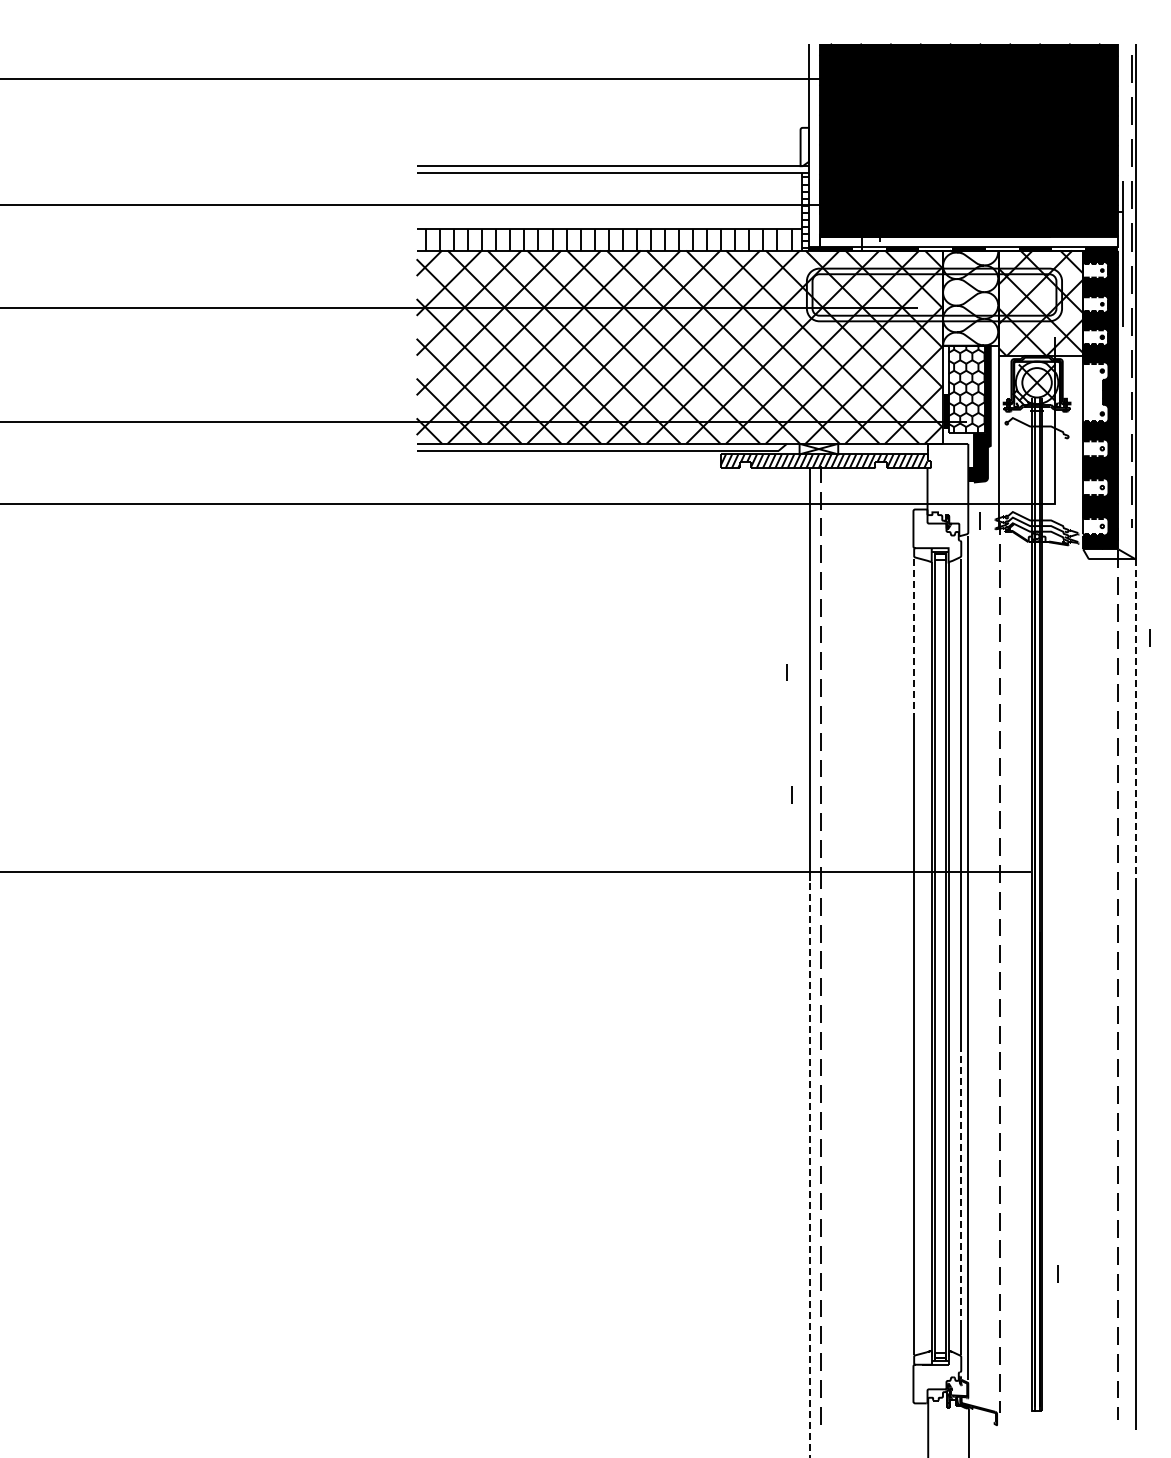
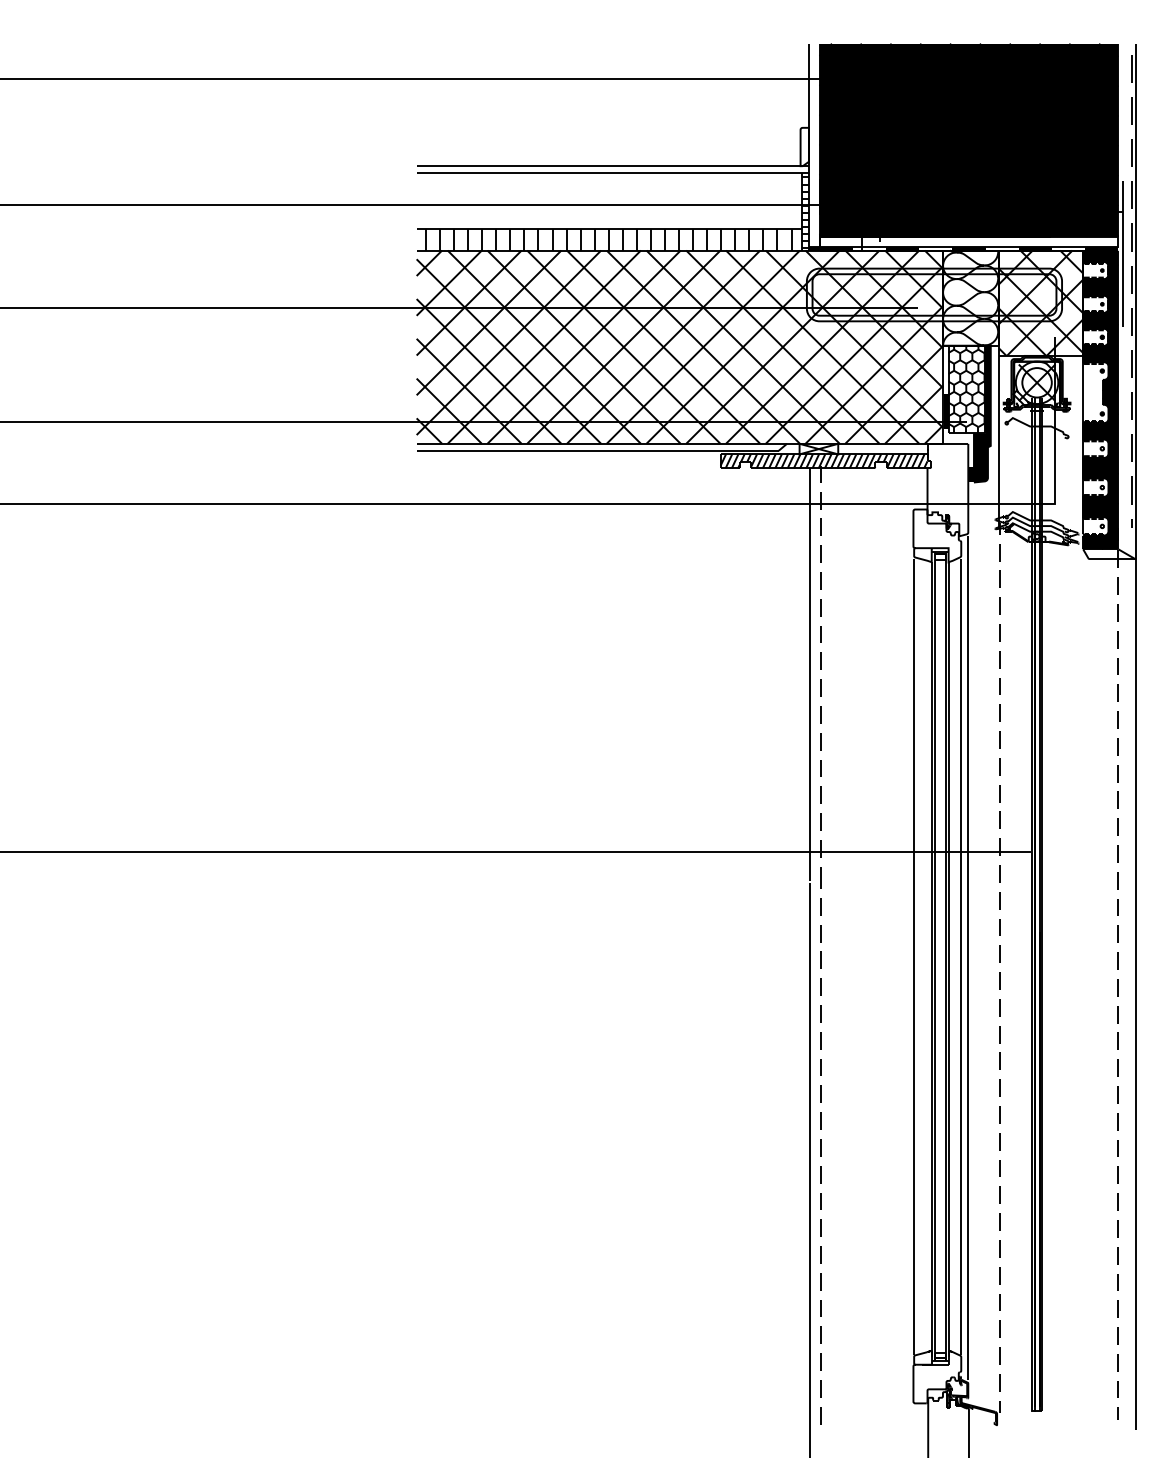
line at (979, 520): present -> none
line at (914, 637): dashed -> solid
line at (1149, 637): present -> none
line at (786, 672): present -> none
line at (1135, 721): dashed -> solid
line at (791, 794): present -> none
line at (516, 872) position: (516, 872) -> (516, 852)
line at (810, 1170): dashed -> solid
line at (961, 1186): dashed -> solid
line at (1057, 1273): present -> none
